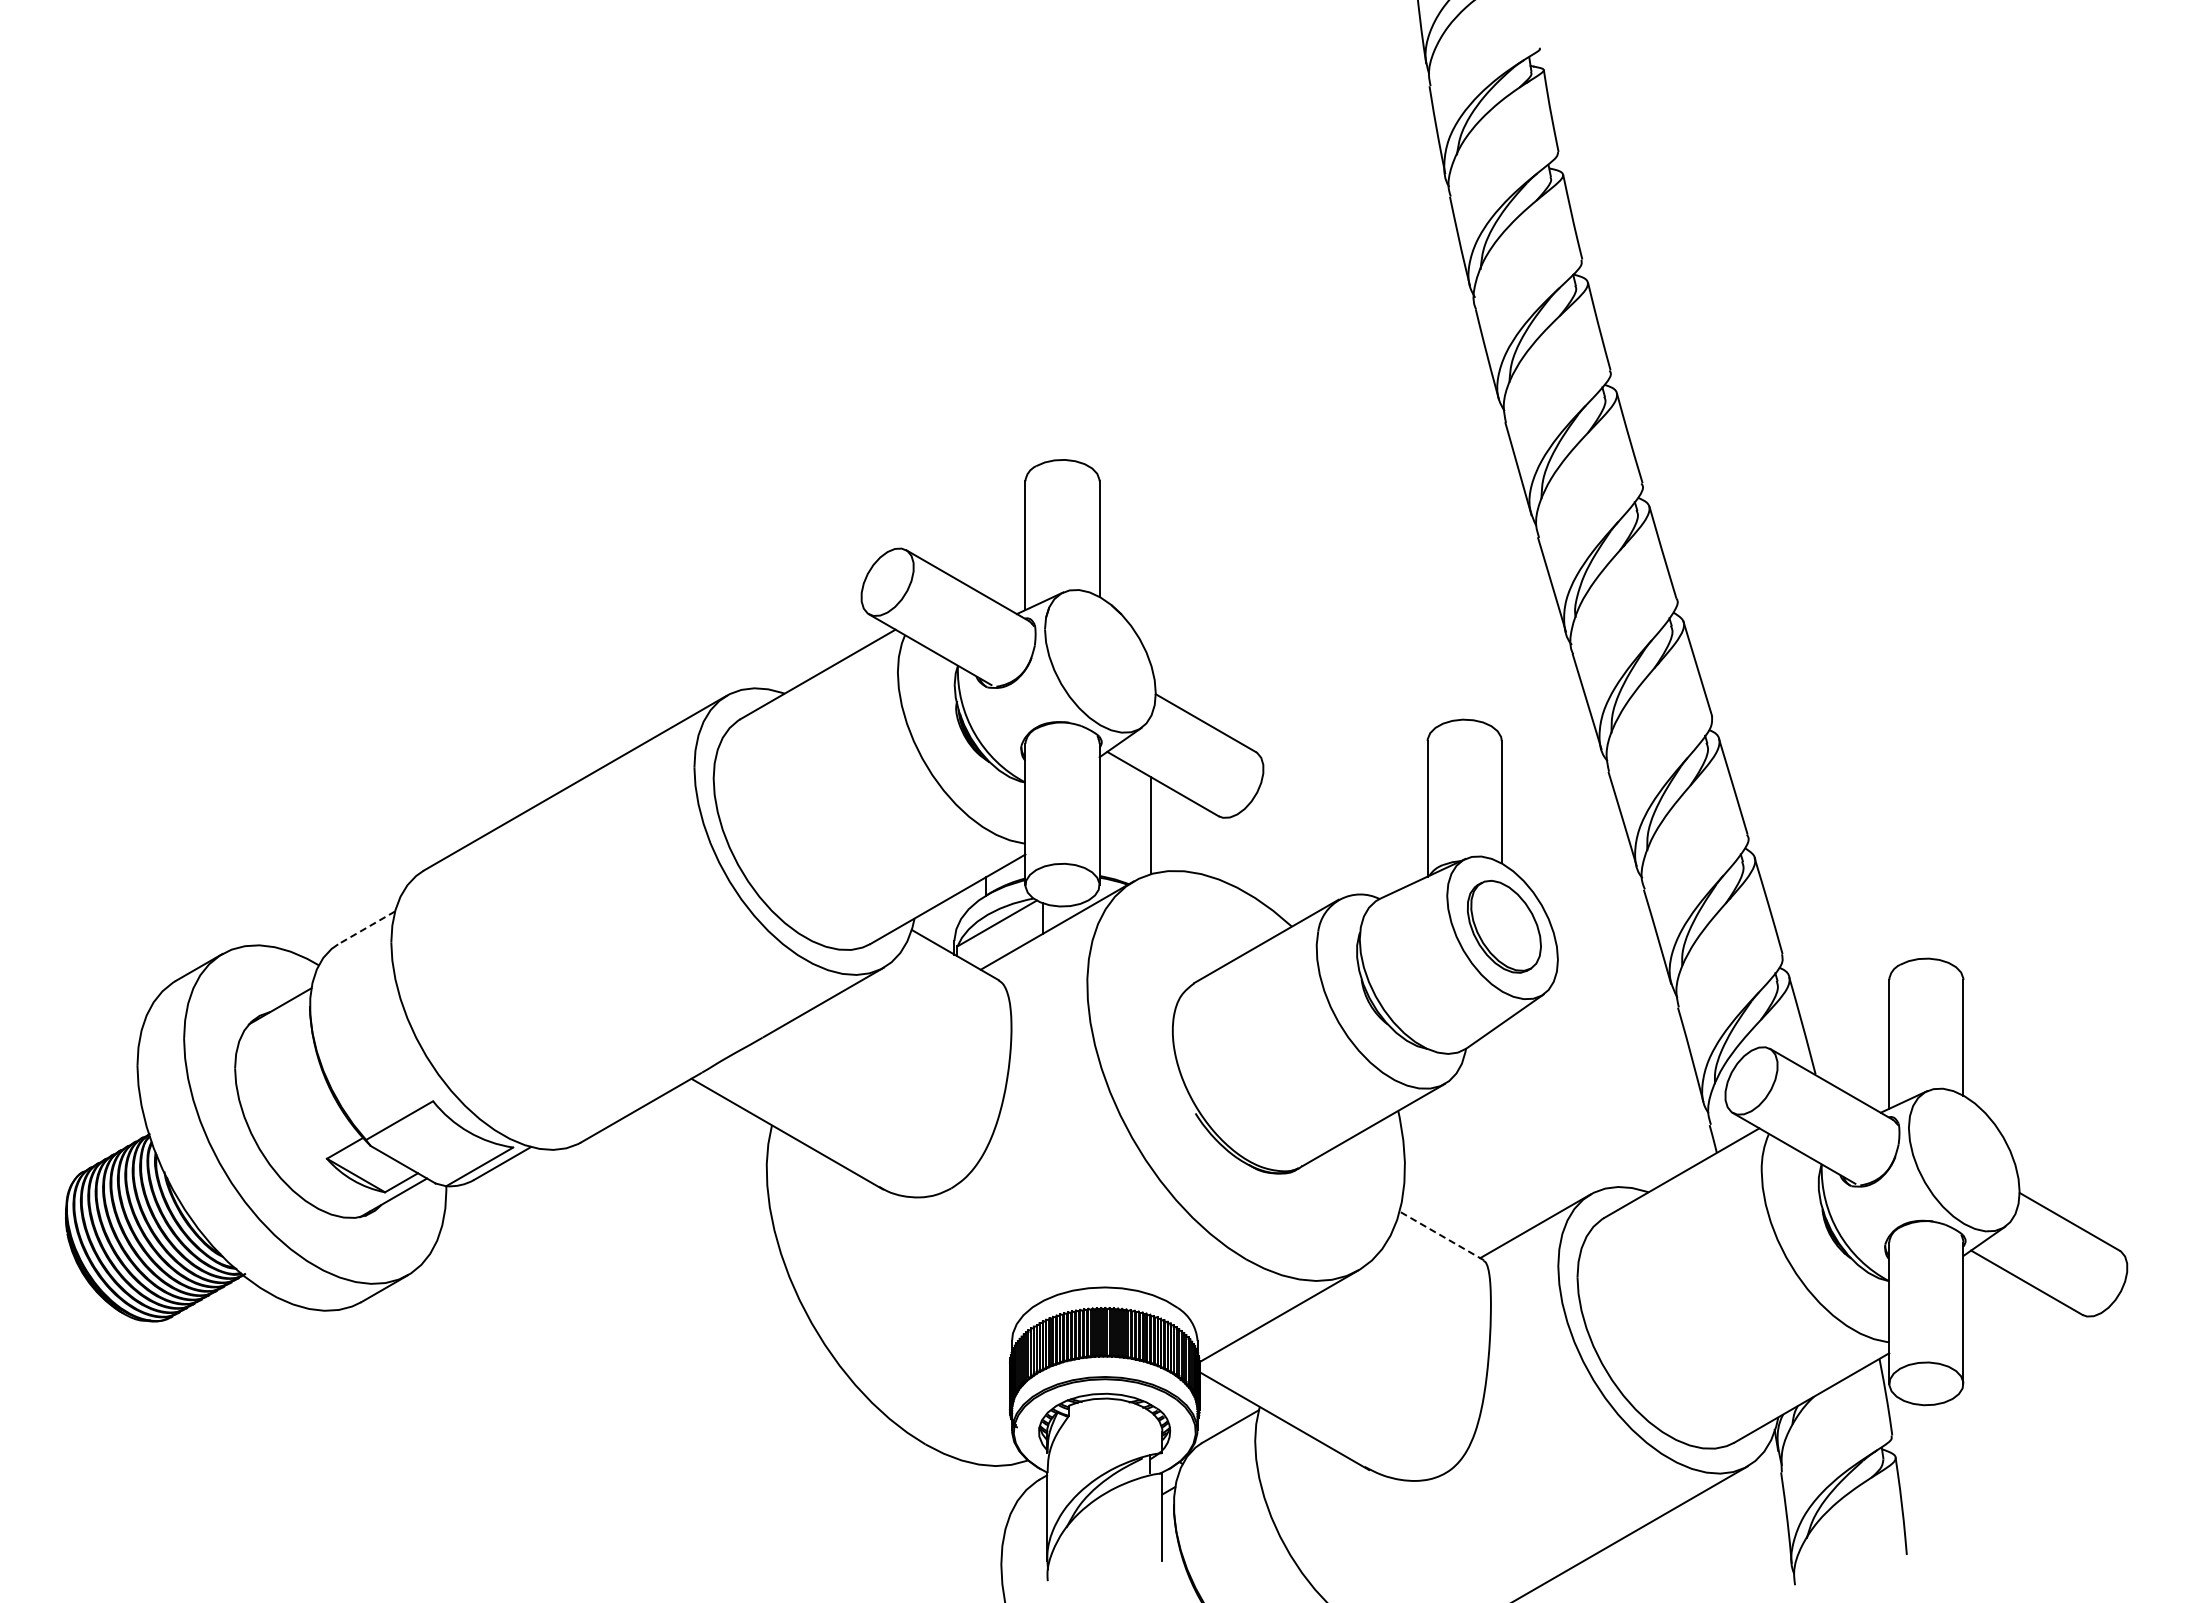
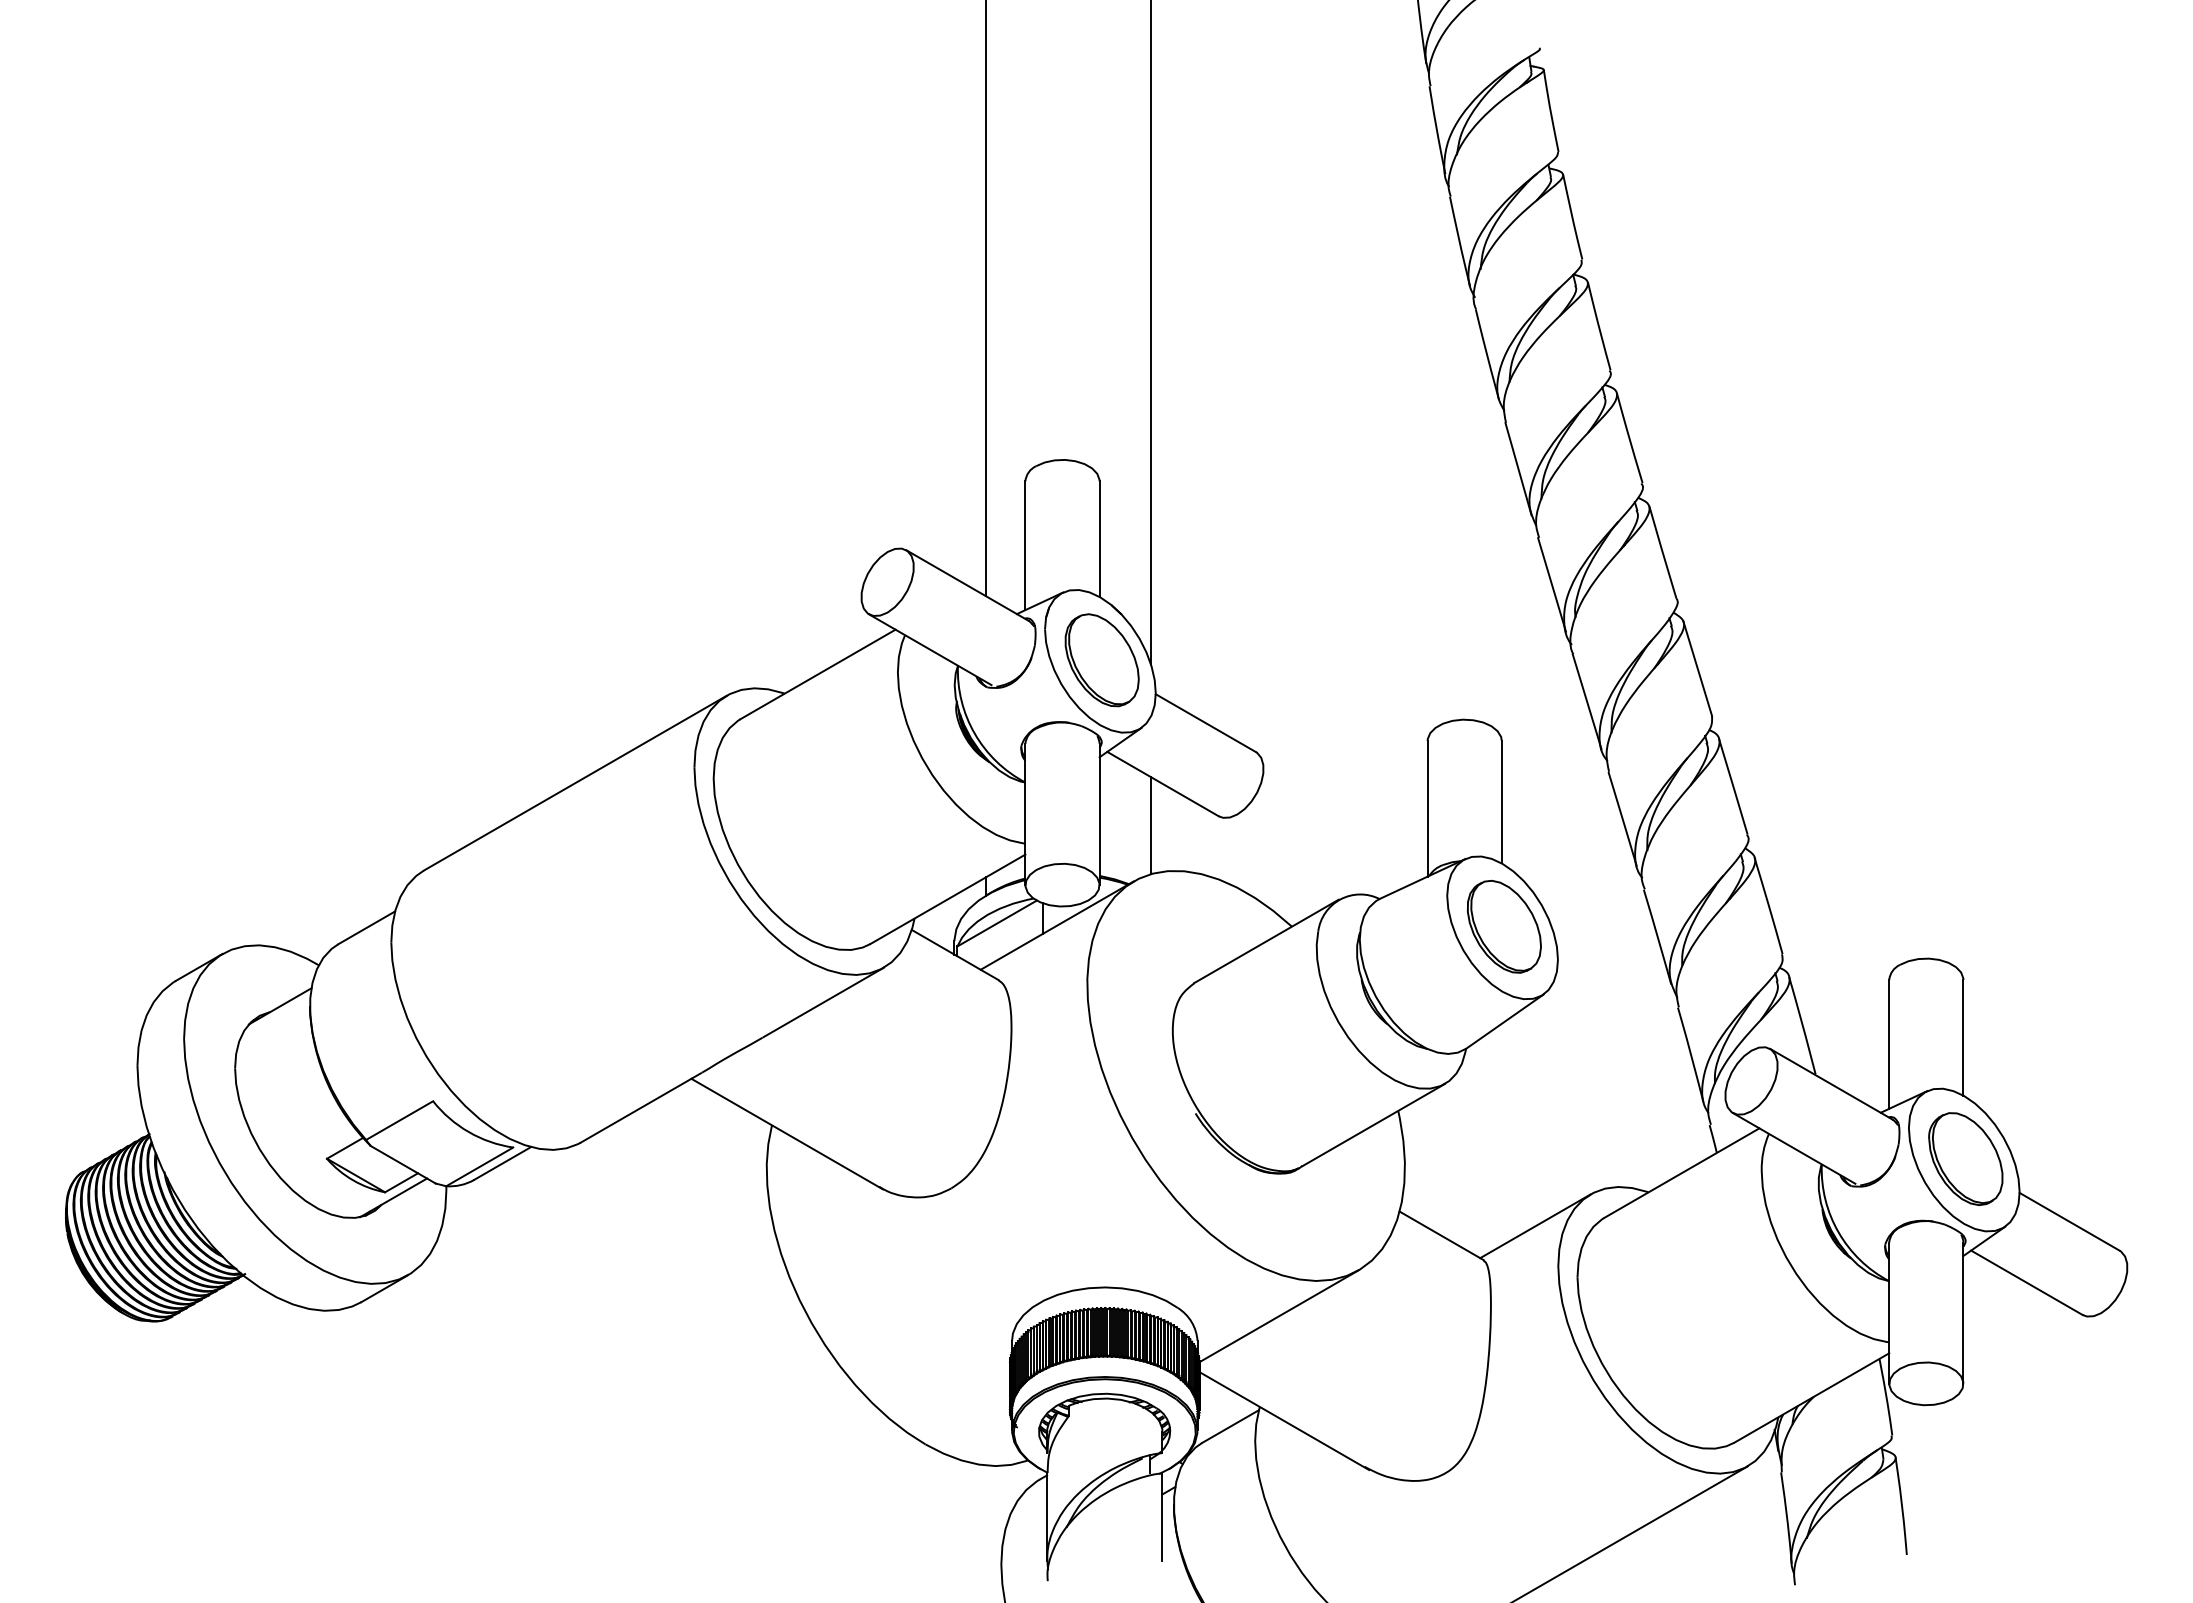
line at (986, 299): none -> present
line at (1151, 333): none -> present
part at (1101, 660): none -> present
line at (366, 927): dashed -> solid
part at (1965, 1159): none -> present
line at (1441, 1235): dashed -> solid
